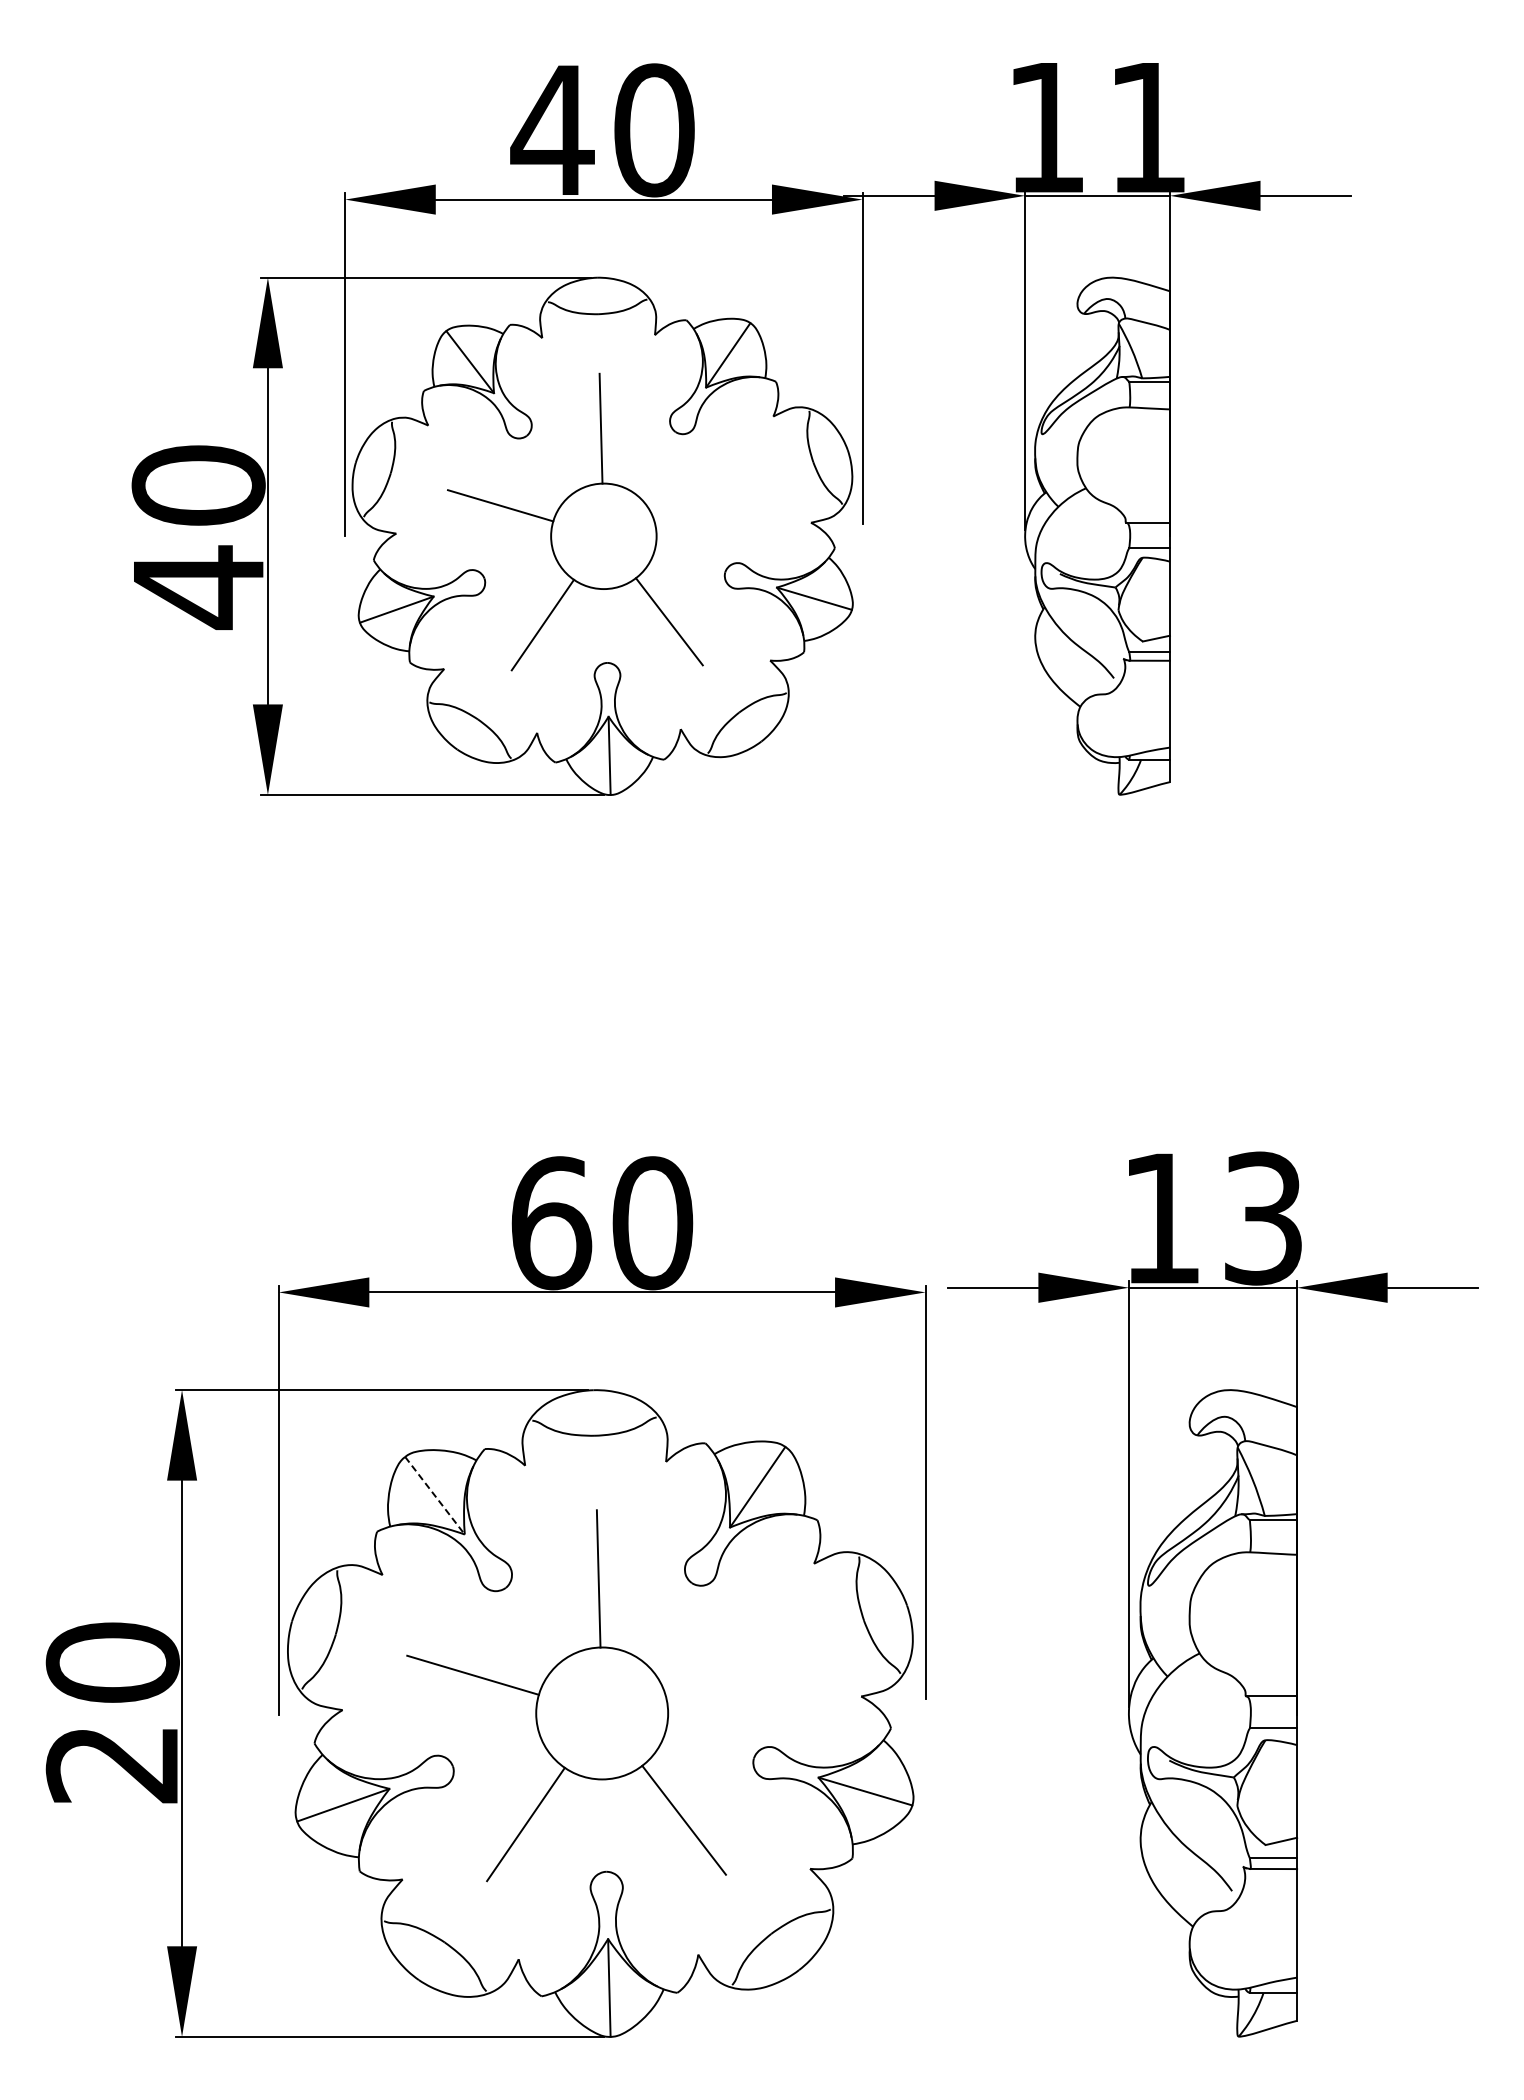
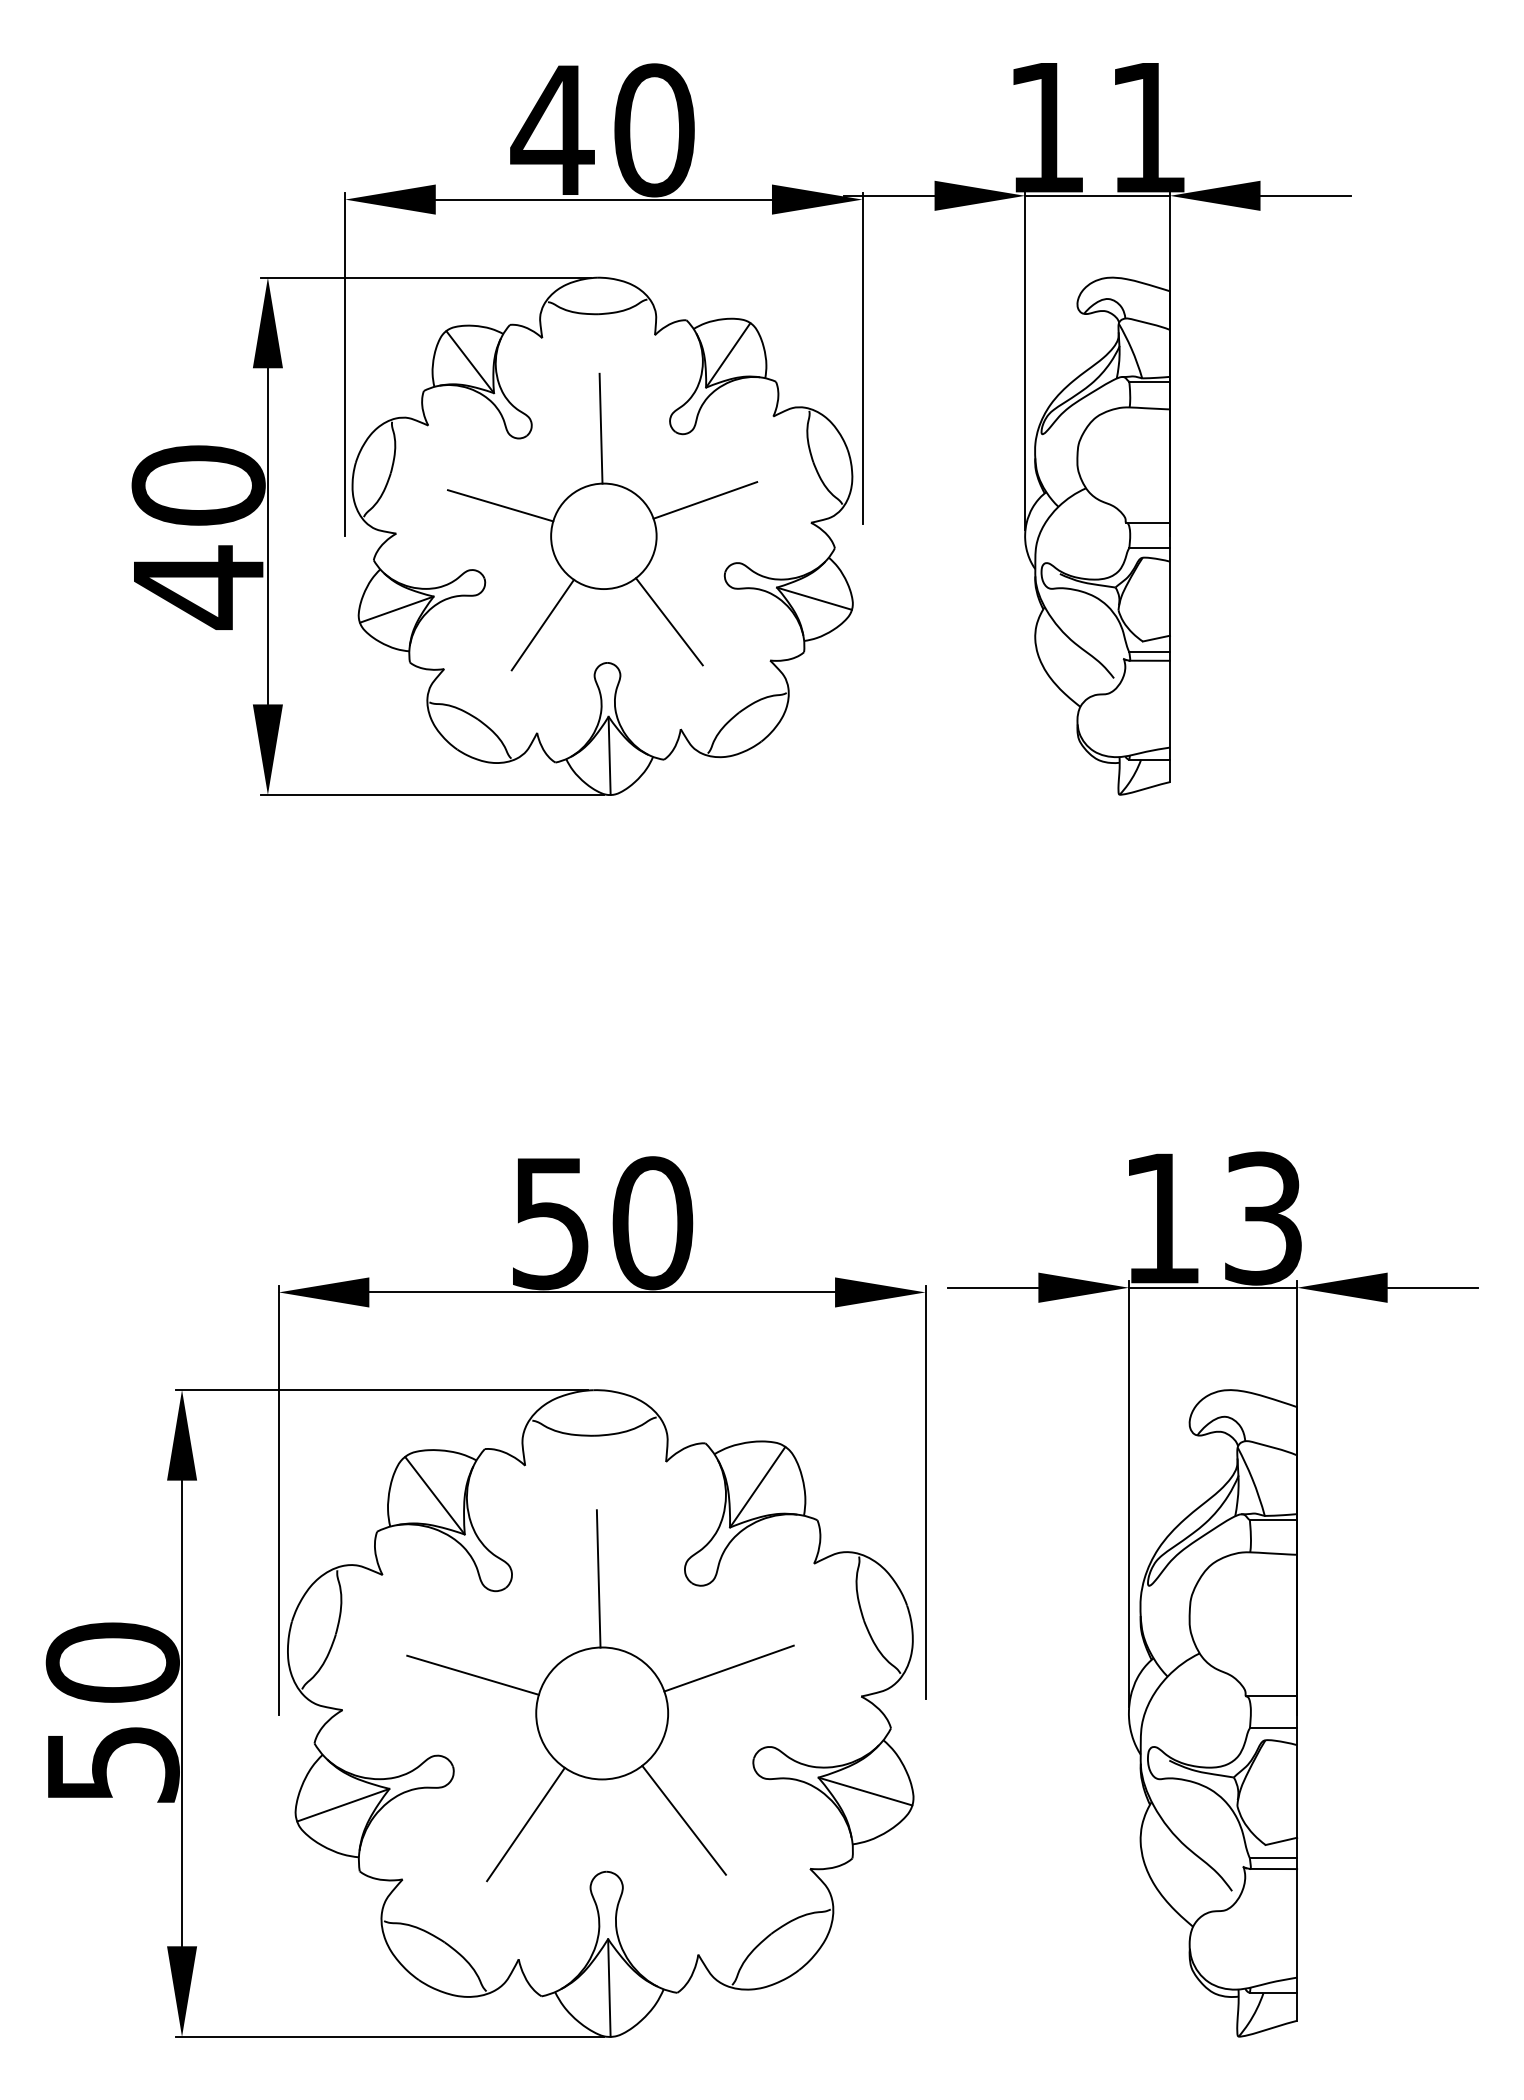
line at (705, 500): none -> present
text at (551, 1223): 60 -> 50
line at (435, 1495): dashed -> solid
line at (728, 1668): none -> present
text at (112, 1765): 20 -> 50
